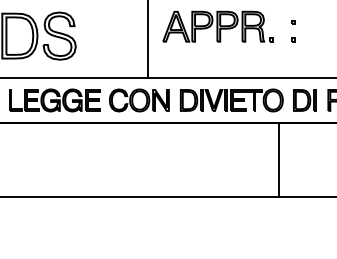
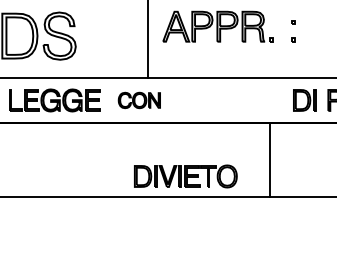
part at (139, 100) size: 61x25 px -> 44x19 px
part at (231, 100) position: (231, 100) -> (185, 176)
line at (279, 159) position: (279, 159) -> (270, 159)
